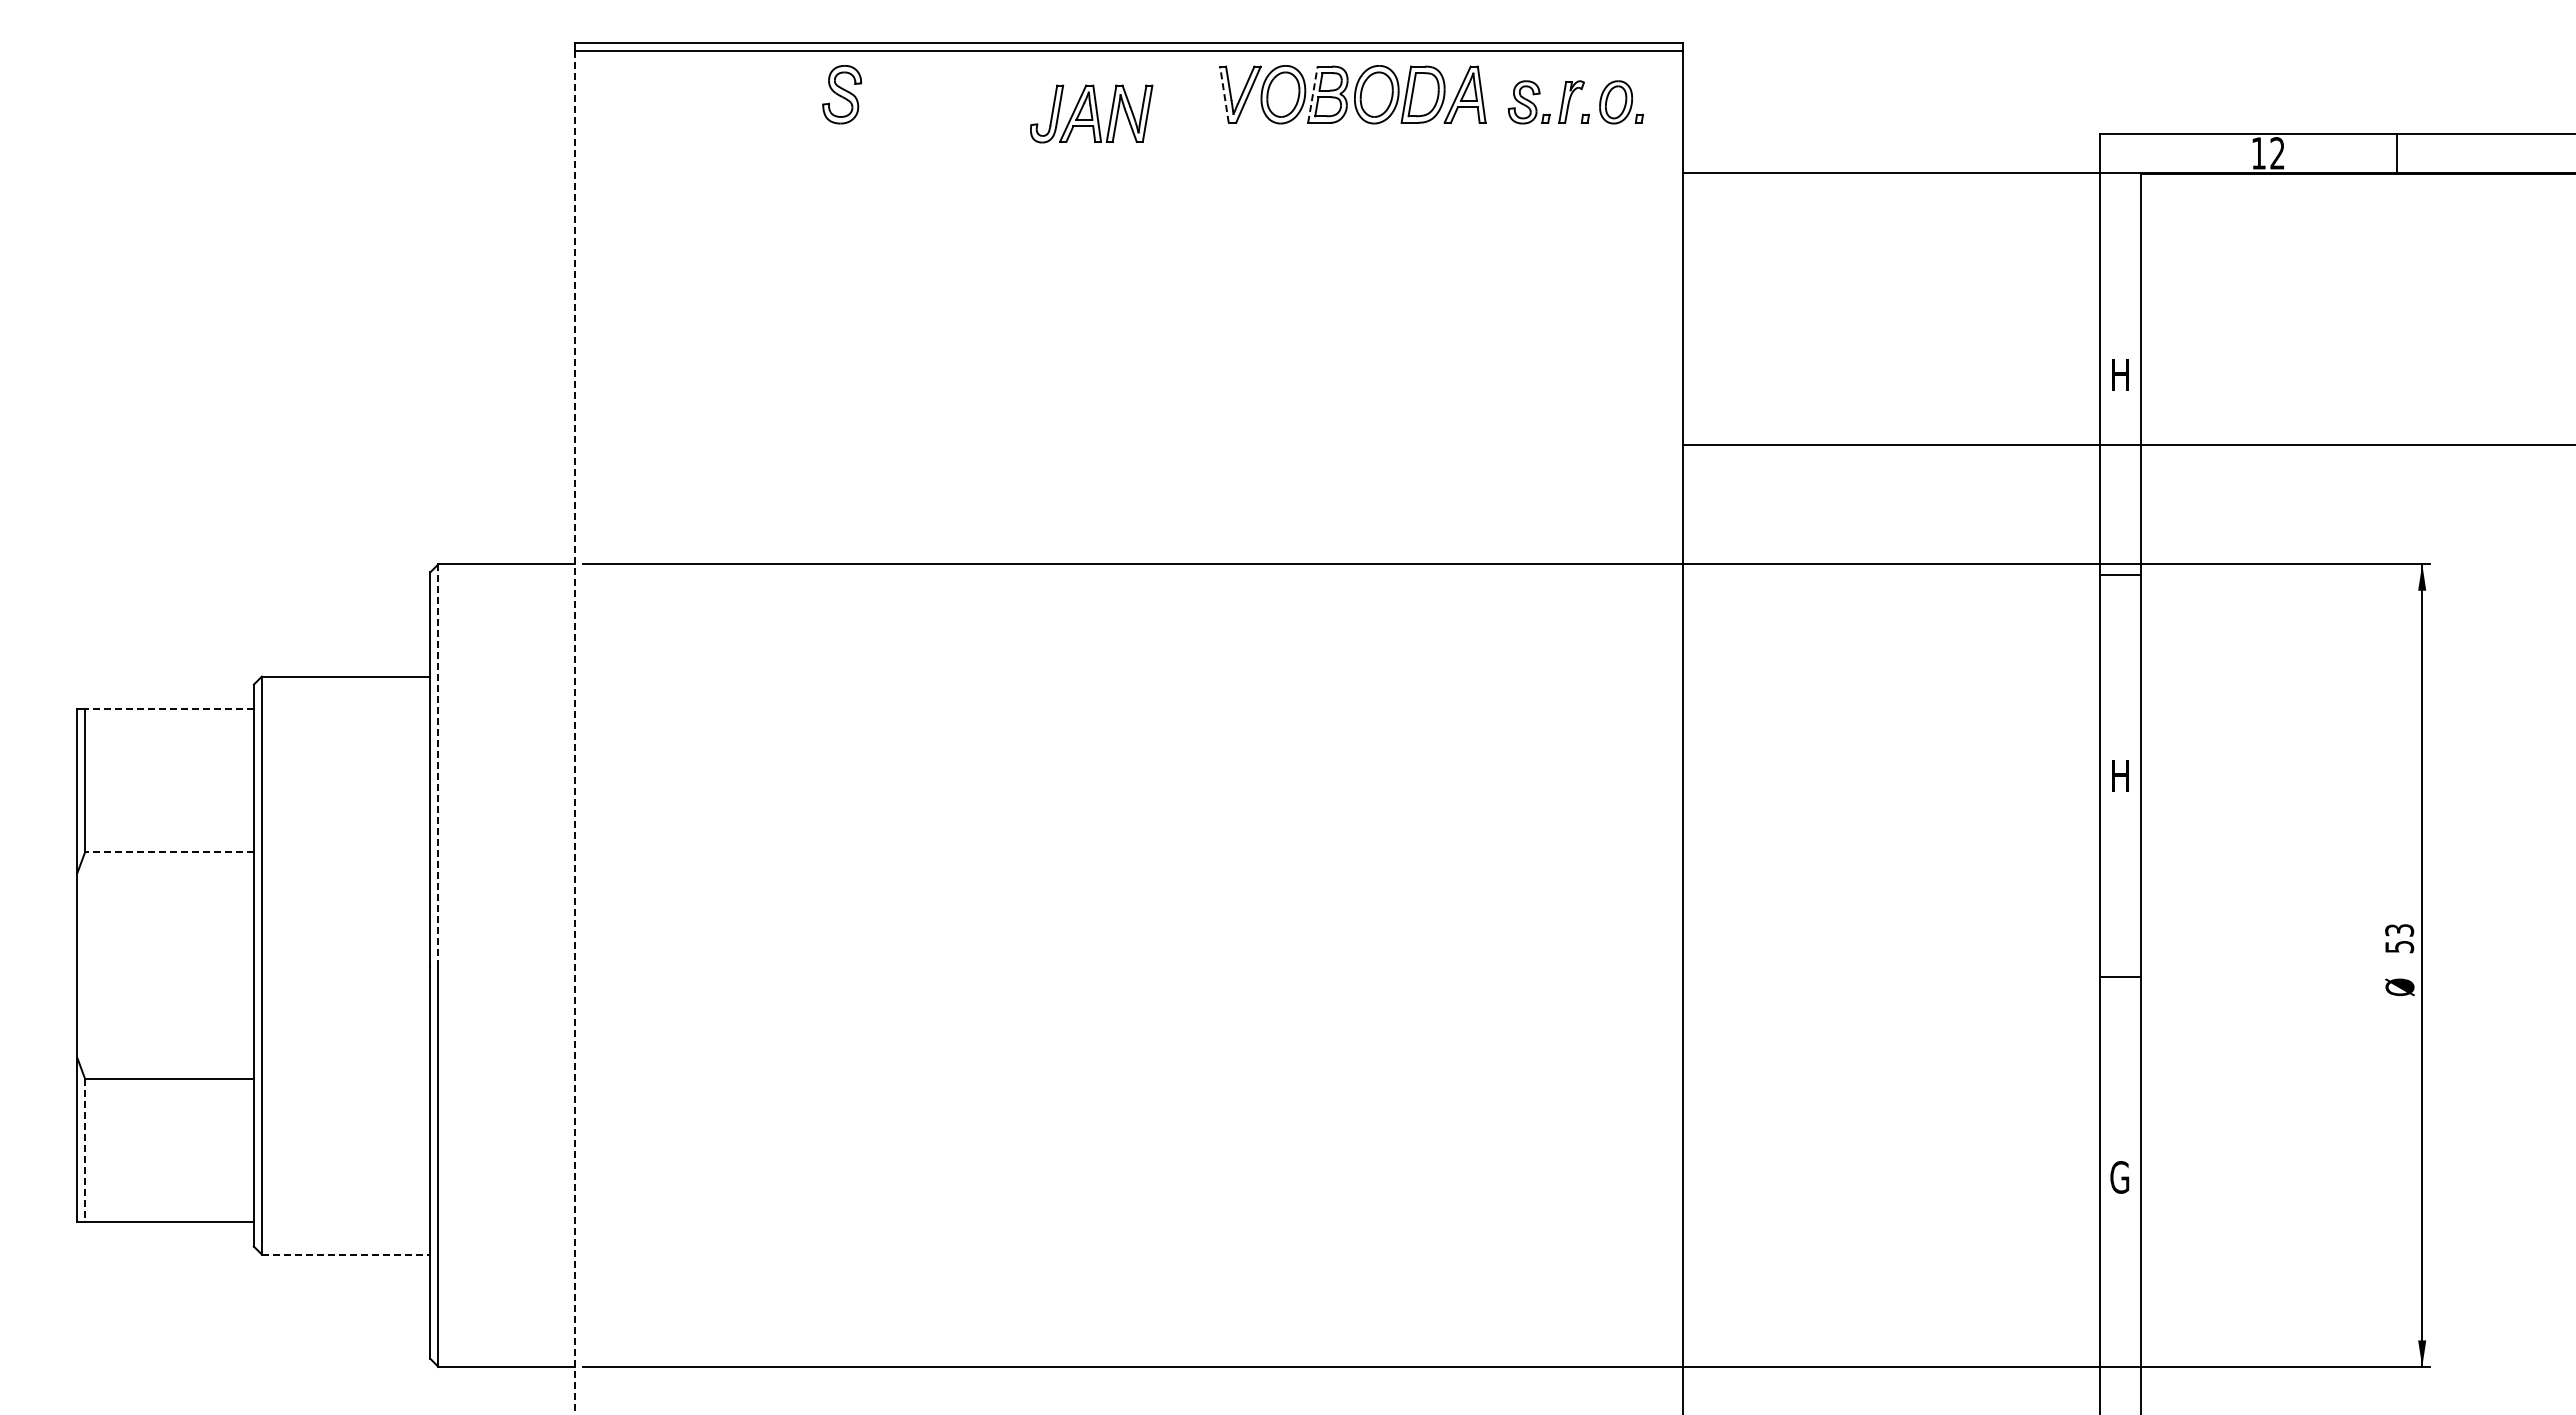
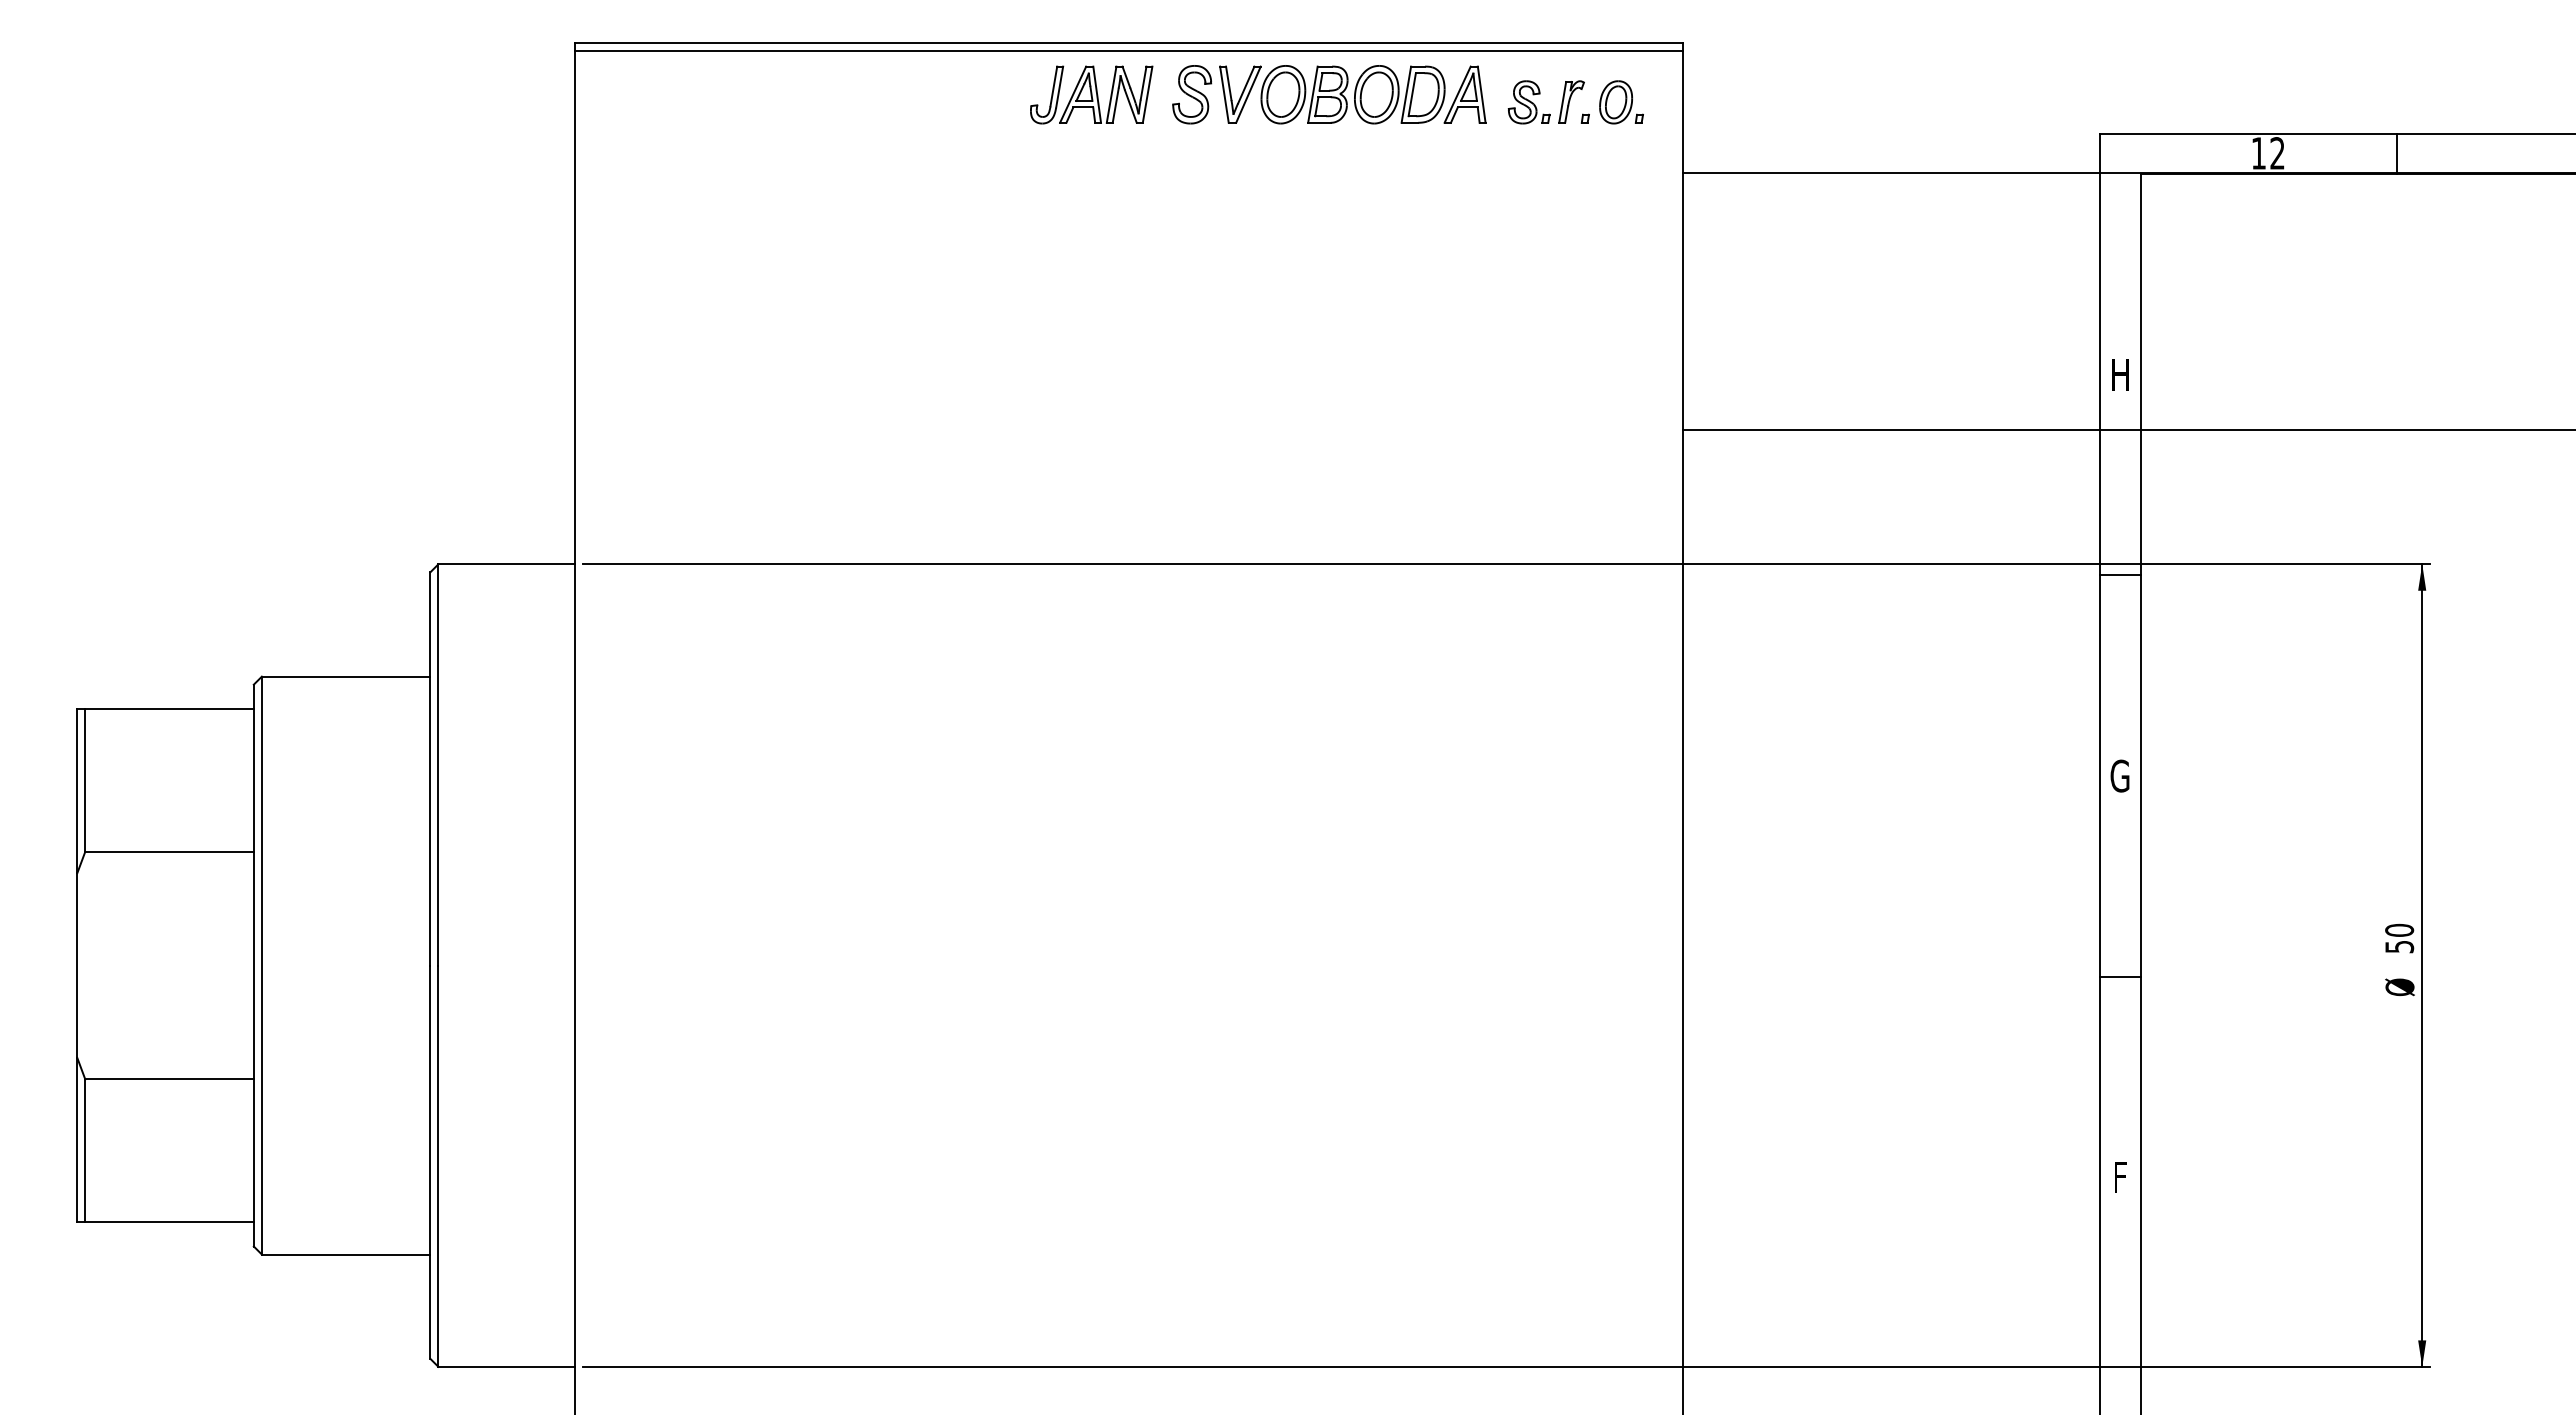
part at (842, 94) position: (842, 94) -> (1192, 94)
line at (1224, 94): dashed -> solid
line at (1313, 94): dashed -> solid
part at (1091, 113) position: (1091, 113) -> (1091, 94)
line at (2127, 445) position: (2127, 445) -> (2127, 430)
line at (169, 708): dashed -> solid
line at (574, 732): dashed -> solid
line at (438, 764): dashed -> solid
text at (2119, 775): H -> G
line at (169, 851): dashed -> solid
text at (2399, 929): 53 -> 50
line at (85, 1150): dashed -> solid
text at (2119, 1177): G -> F
line at (346, 1254): dashed -> solid
